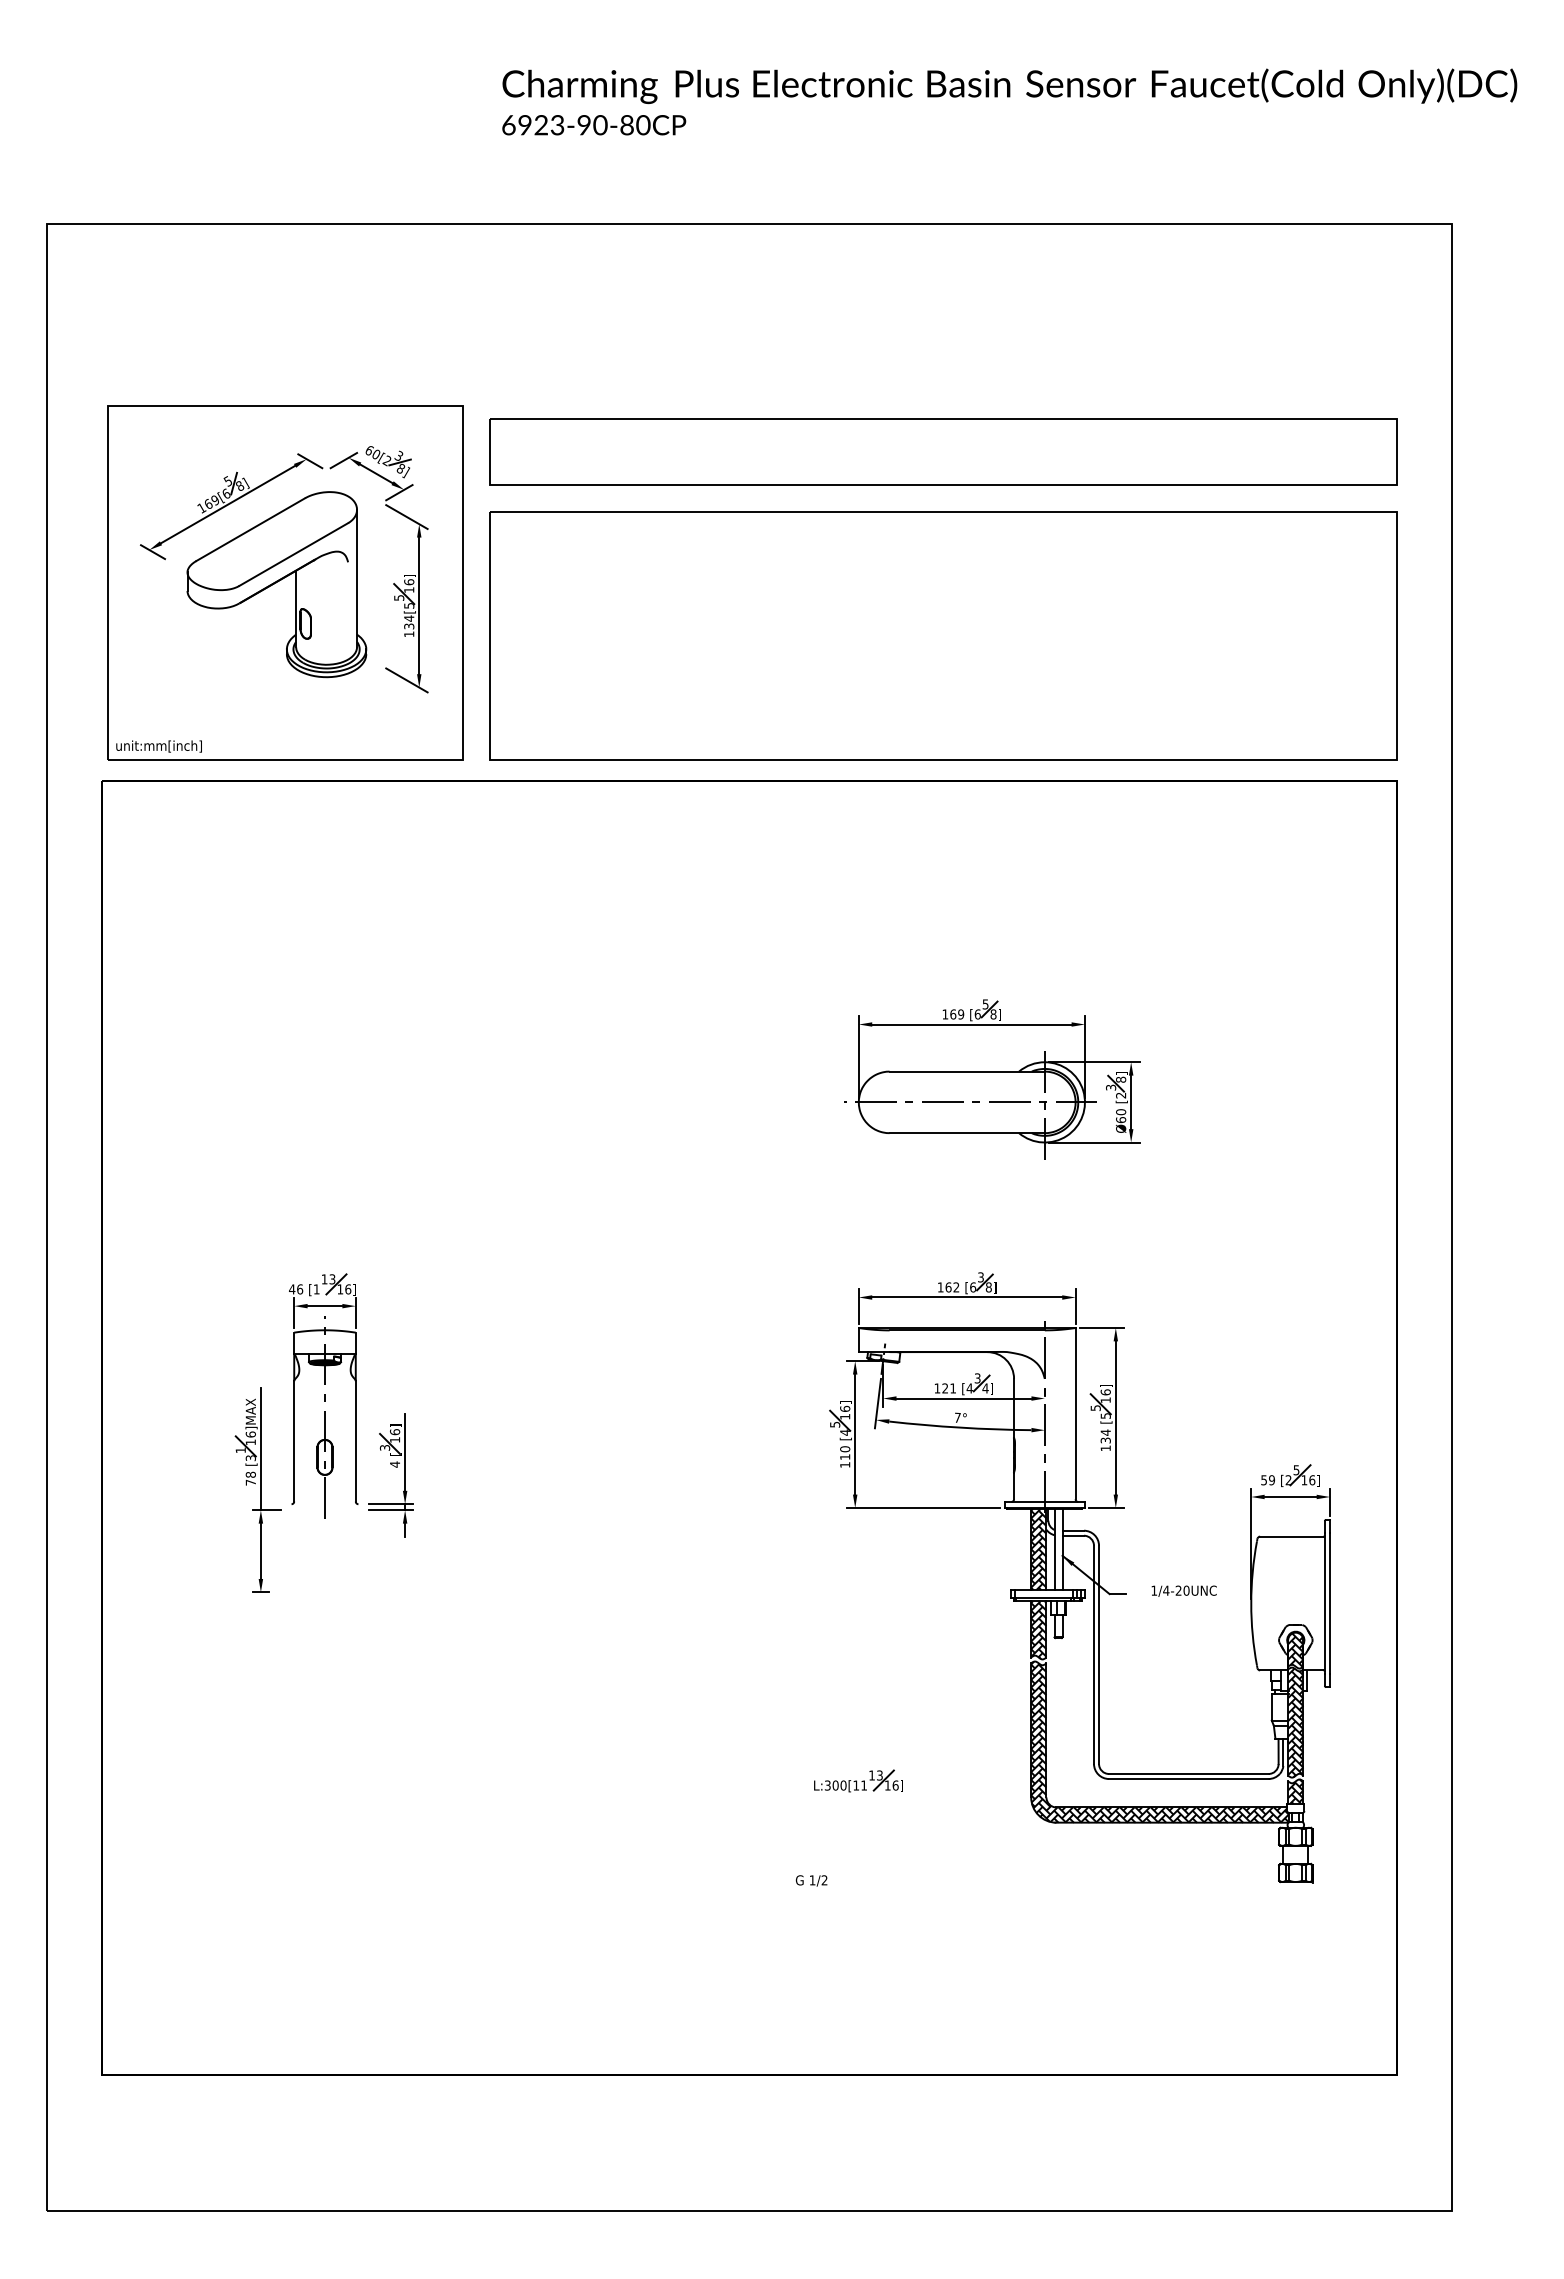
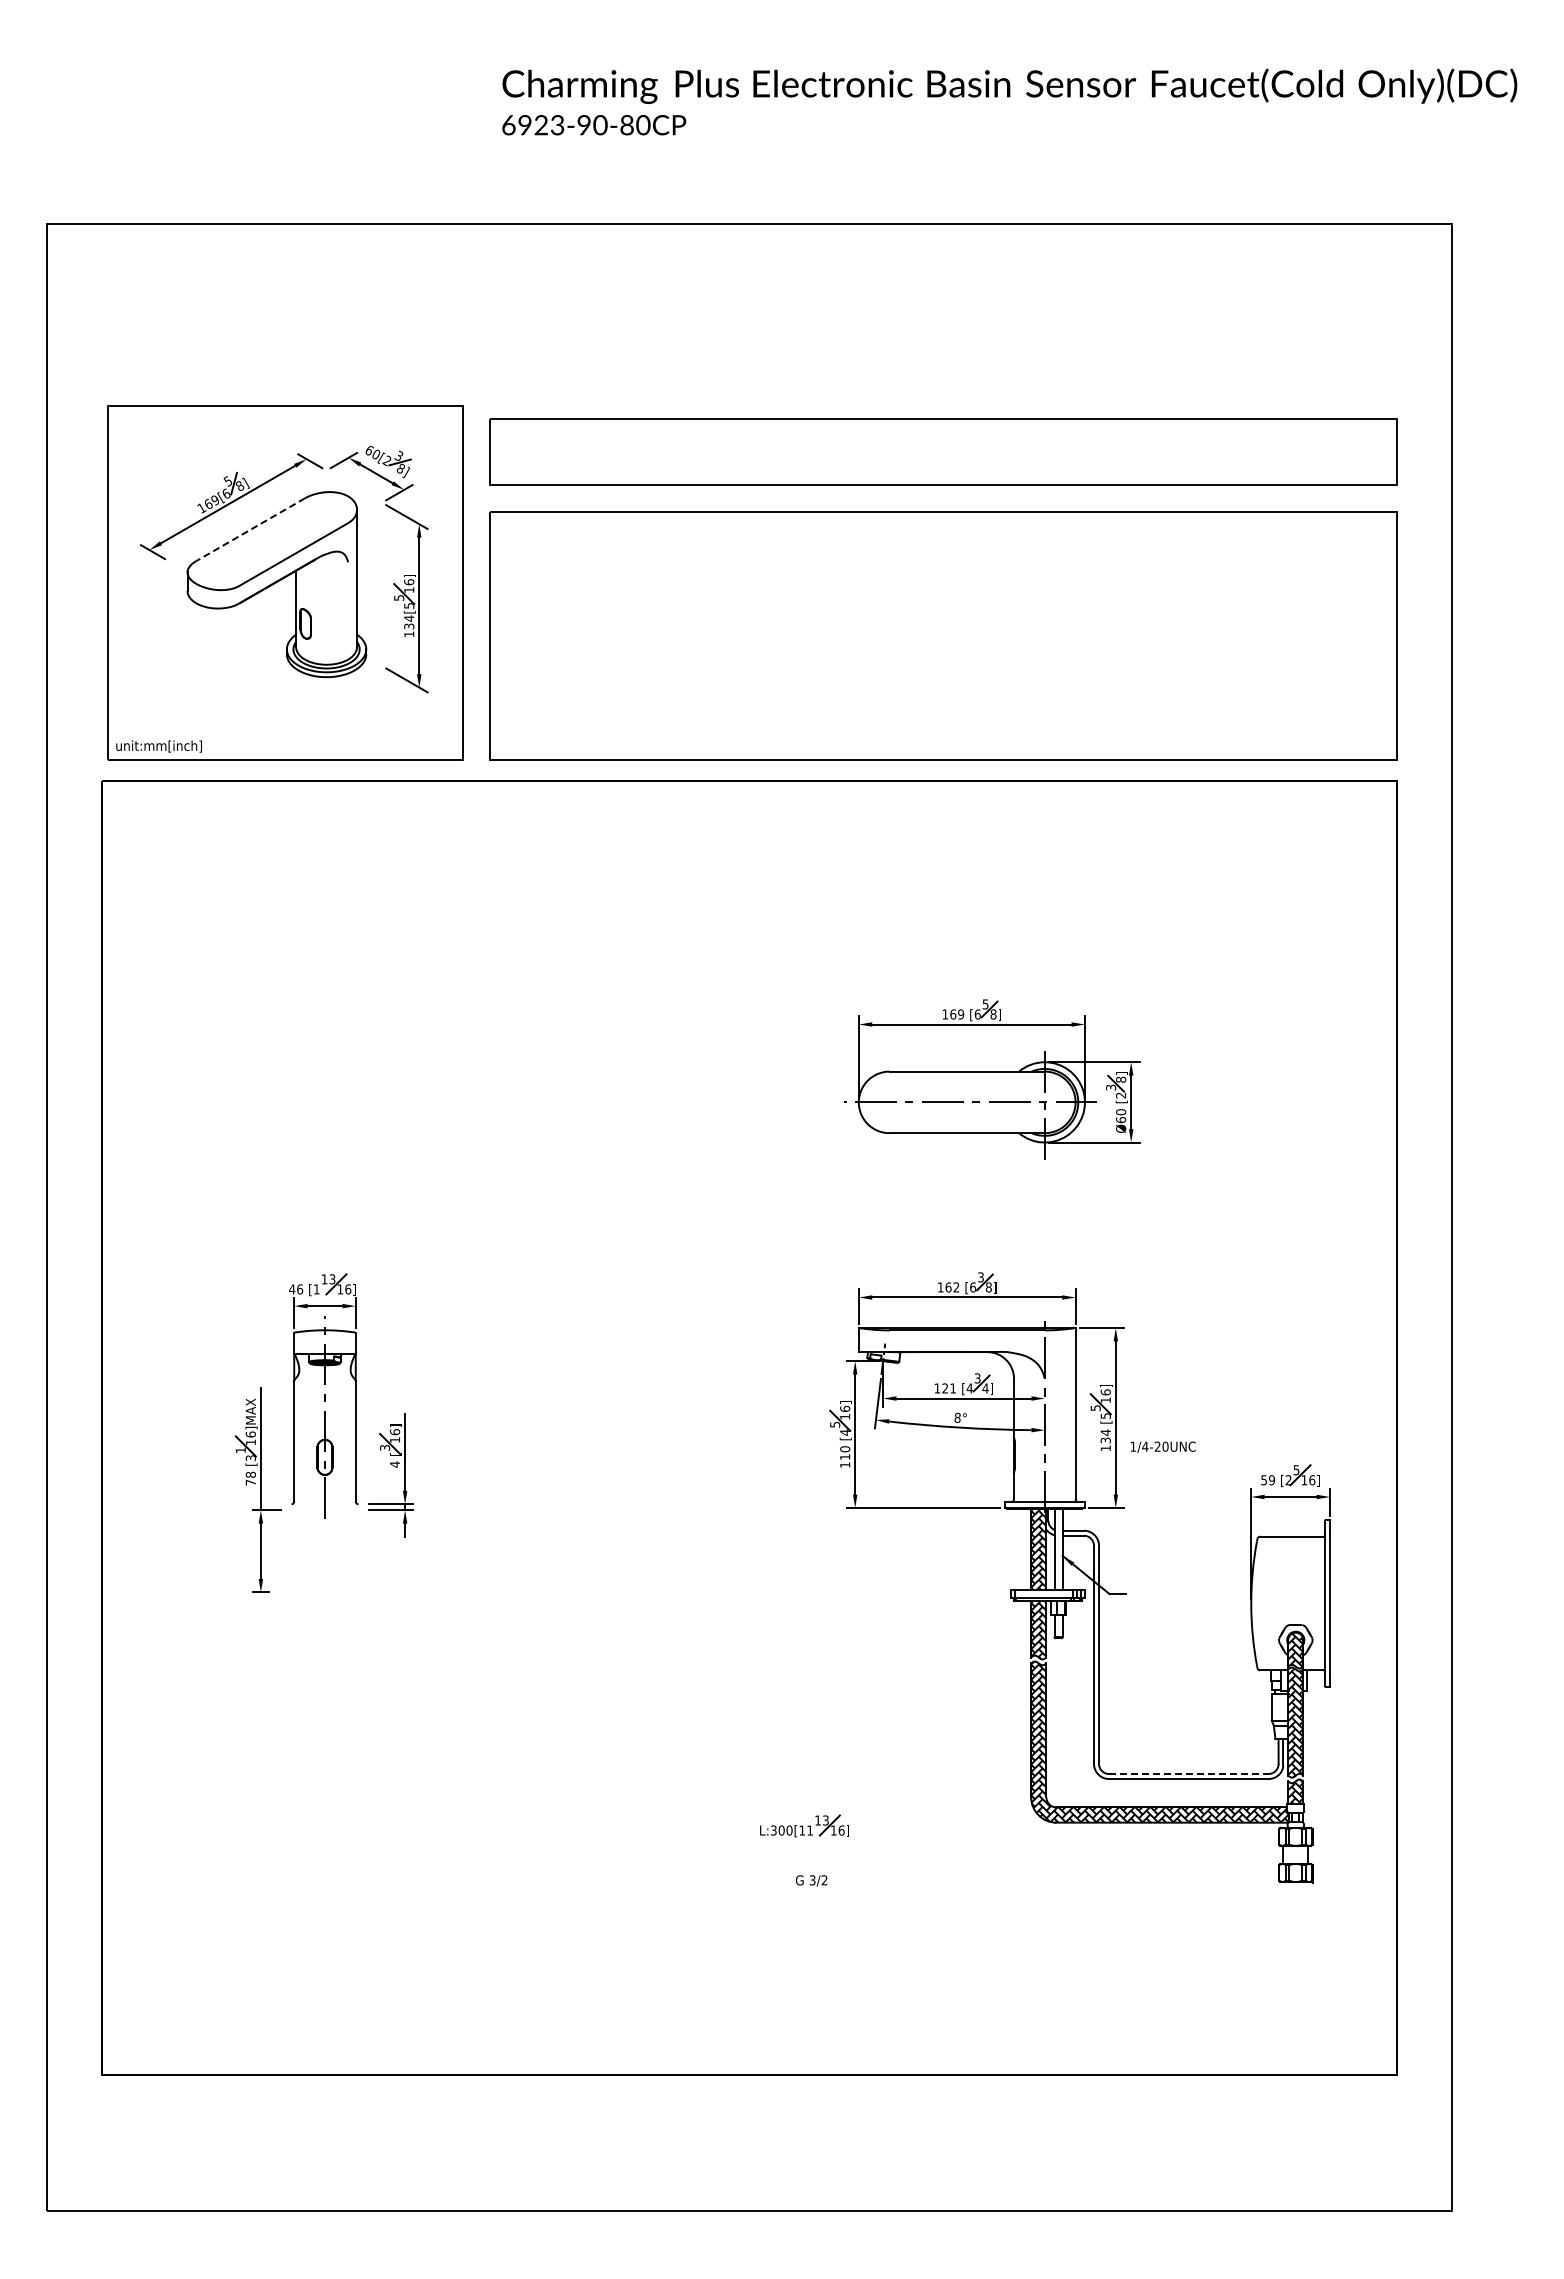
line at (250, 529): solid -> dashed
text at (957, 1417): 7° -> 8°
text at (1183, 1590) position: (1183, 1590) -> (1162, 1446)
line at (1188, 1774): solid -> dashed
part at (858, 1780) position: (858, 1780) -> (804, 1825)
text at (812, 1880): 1/2 -> 3/2
